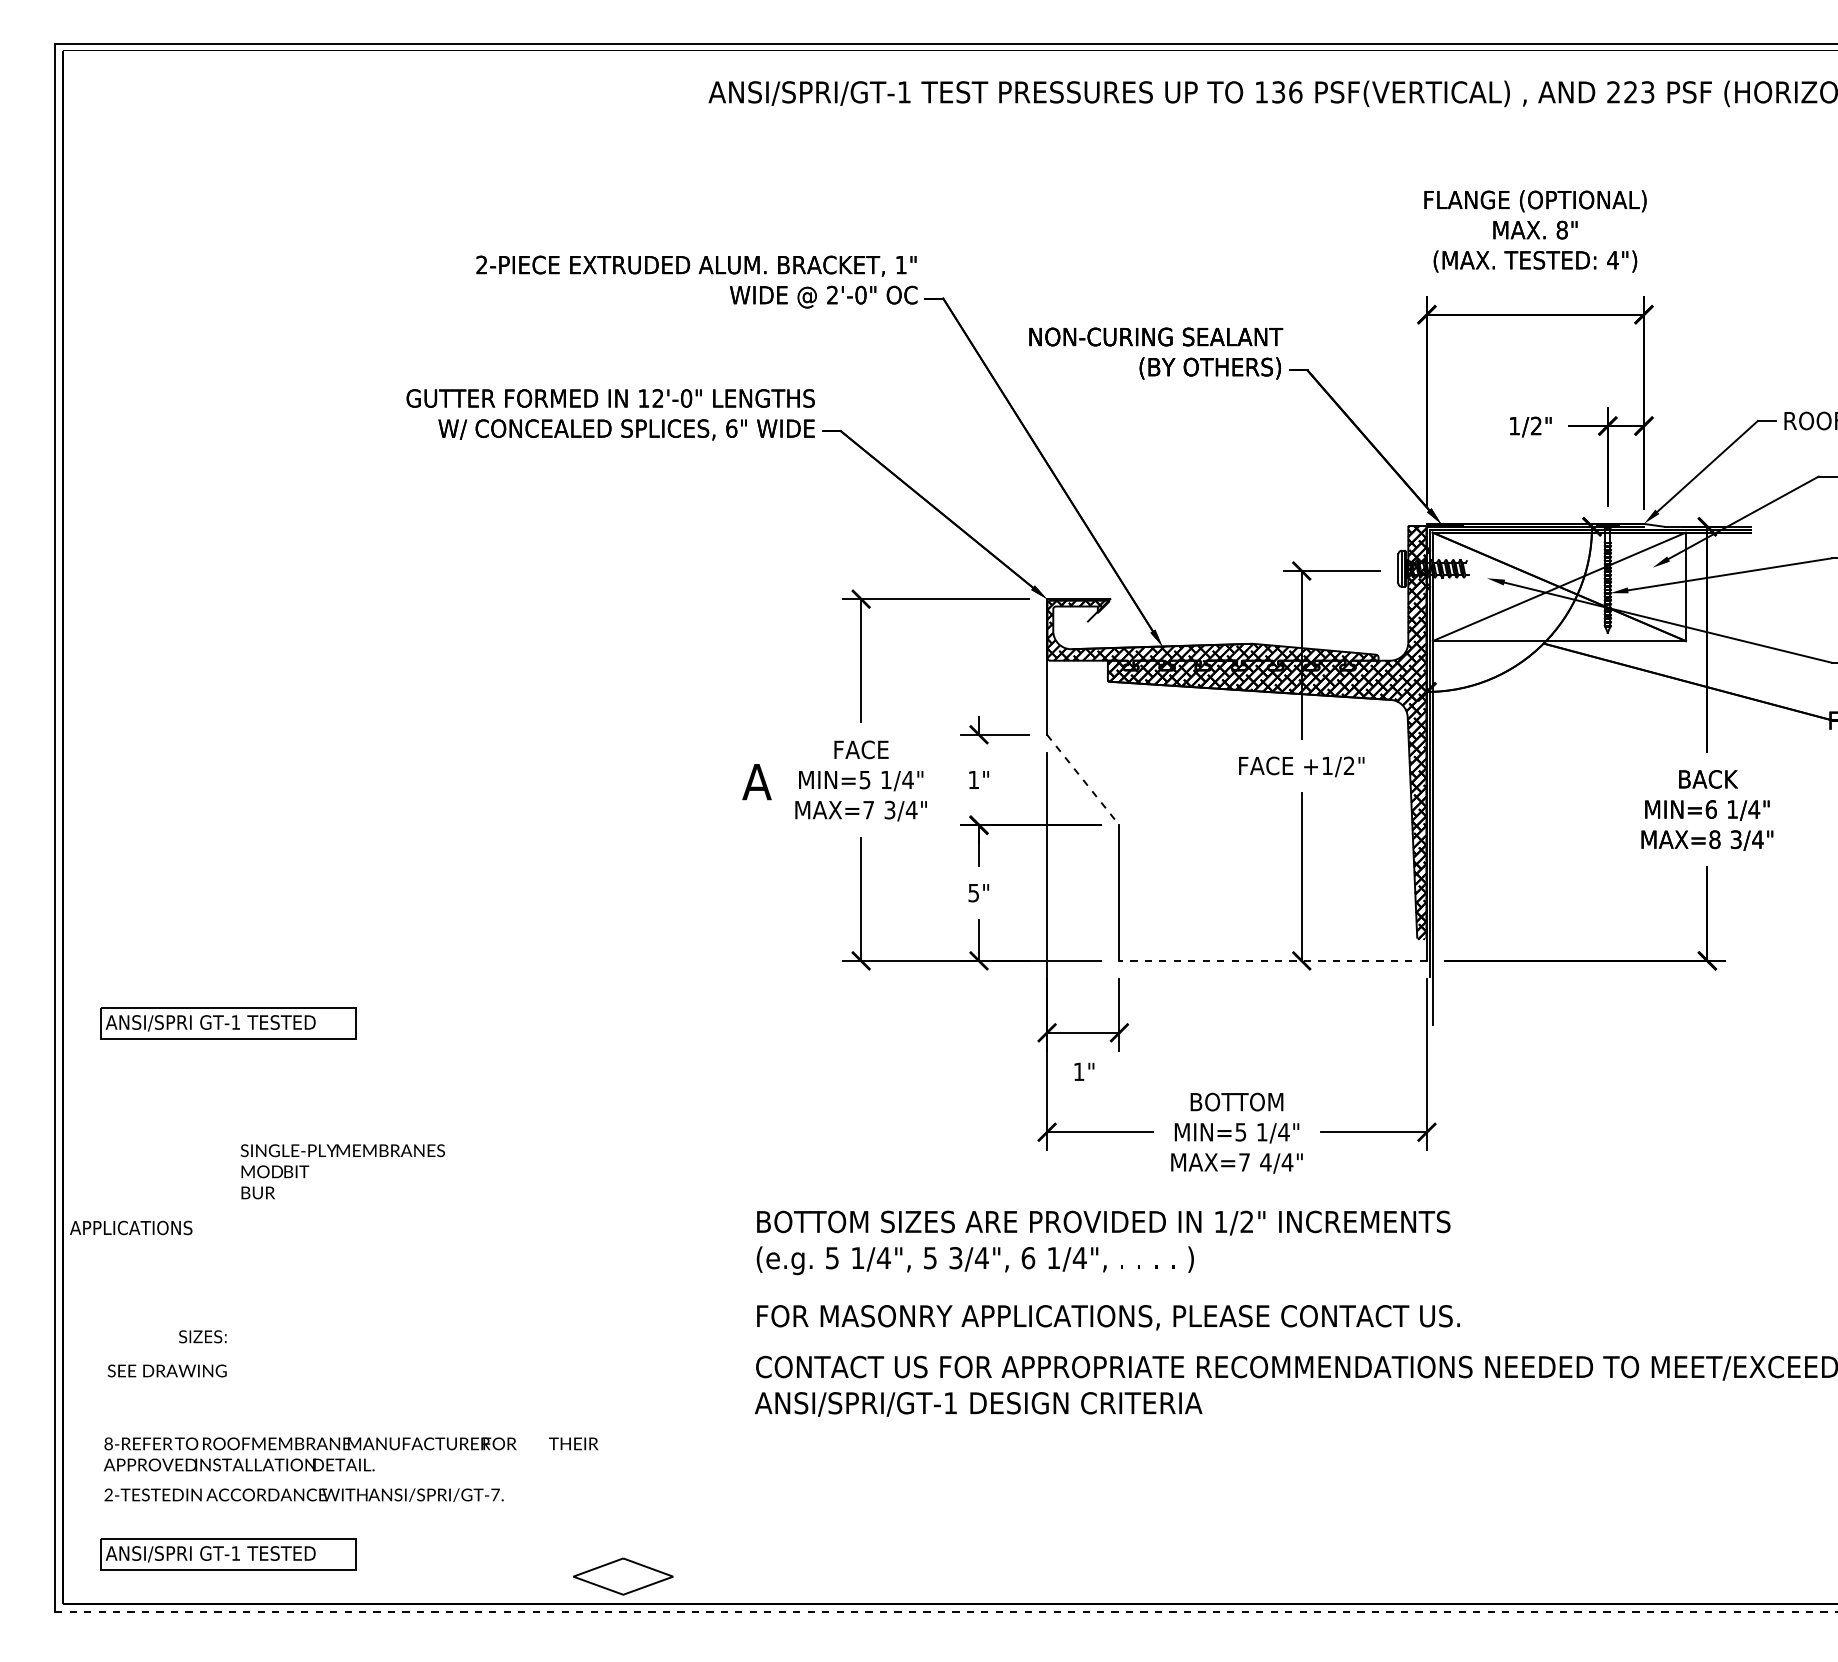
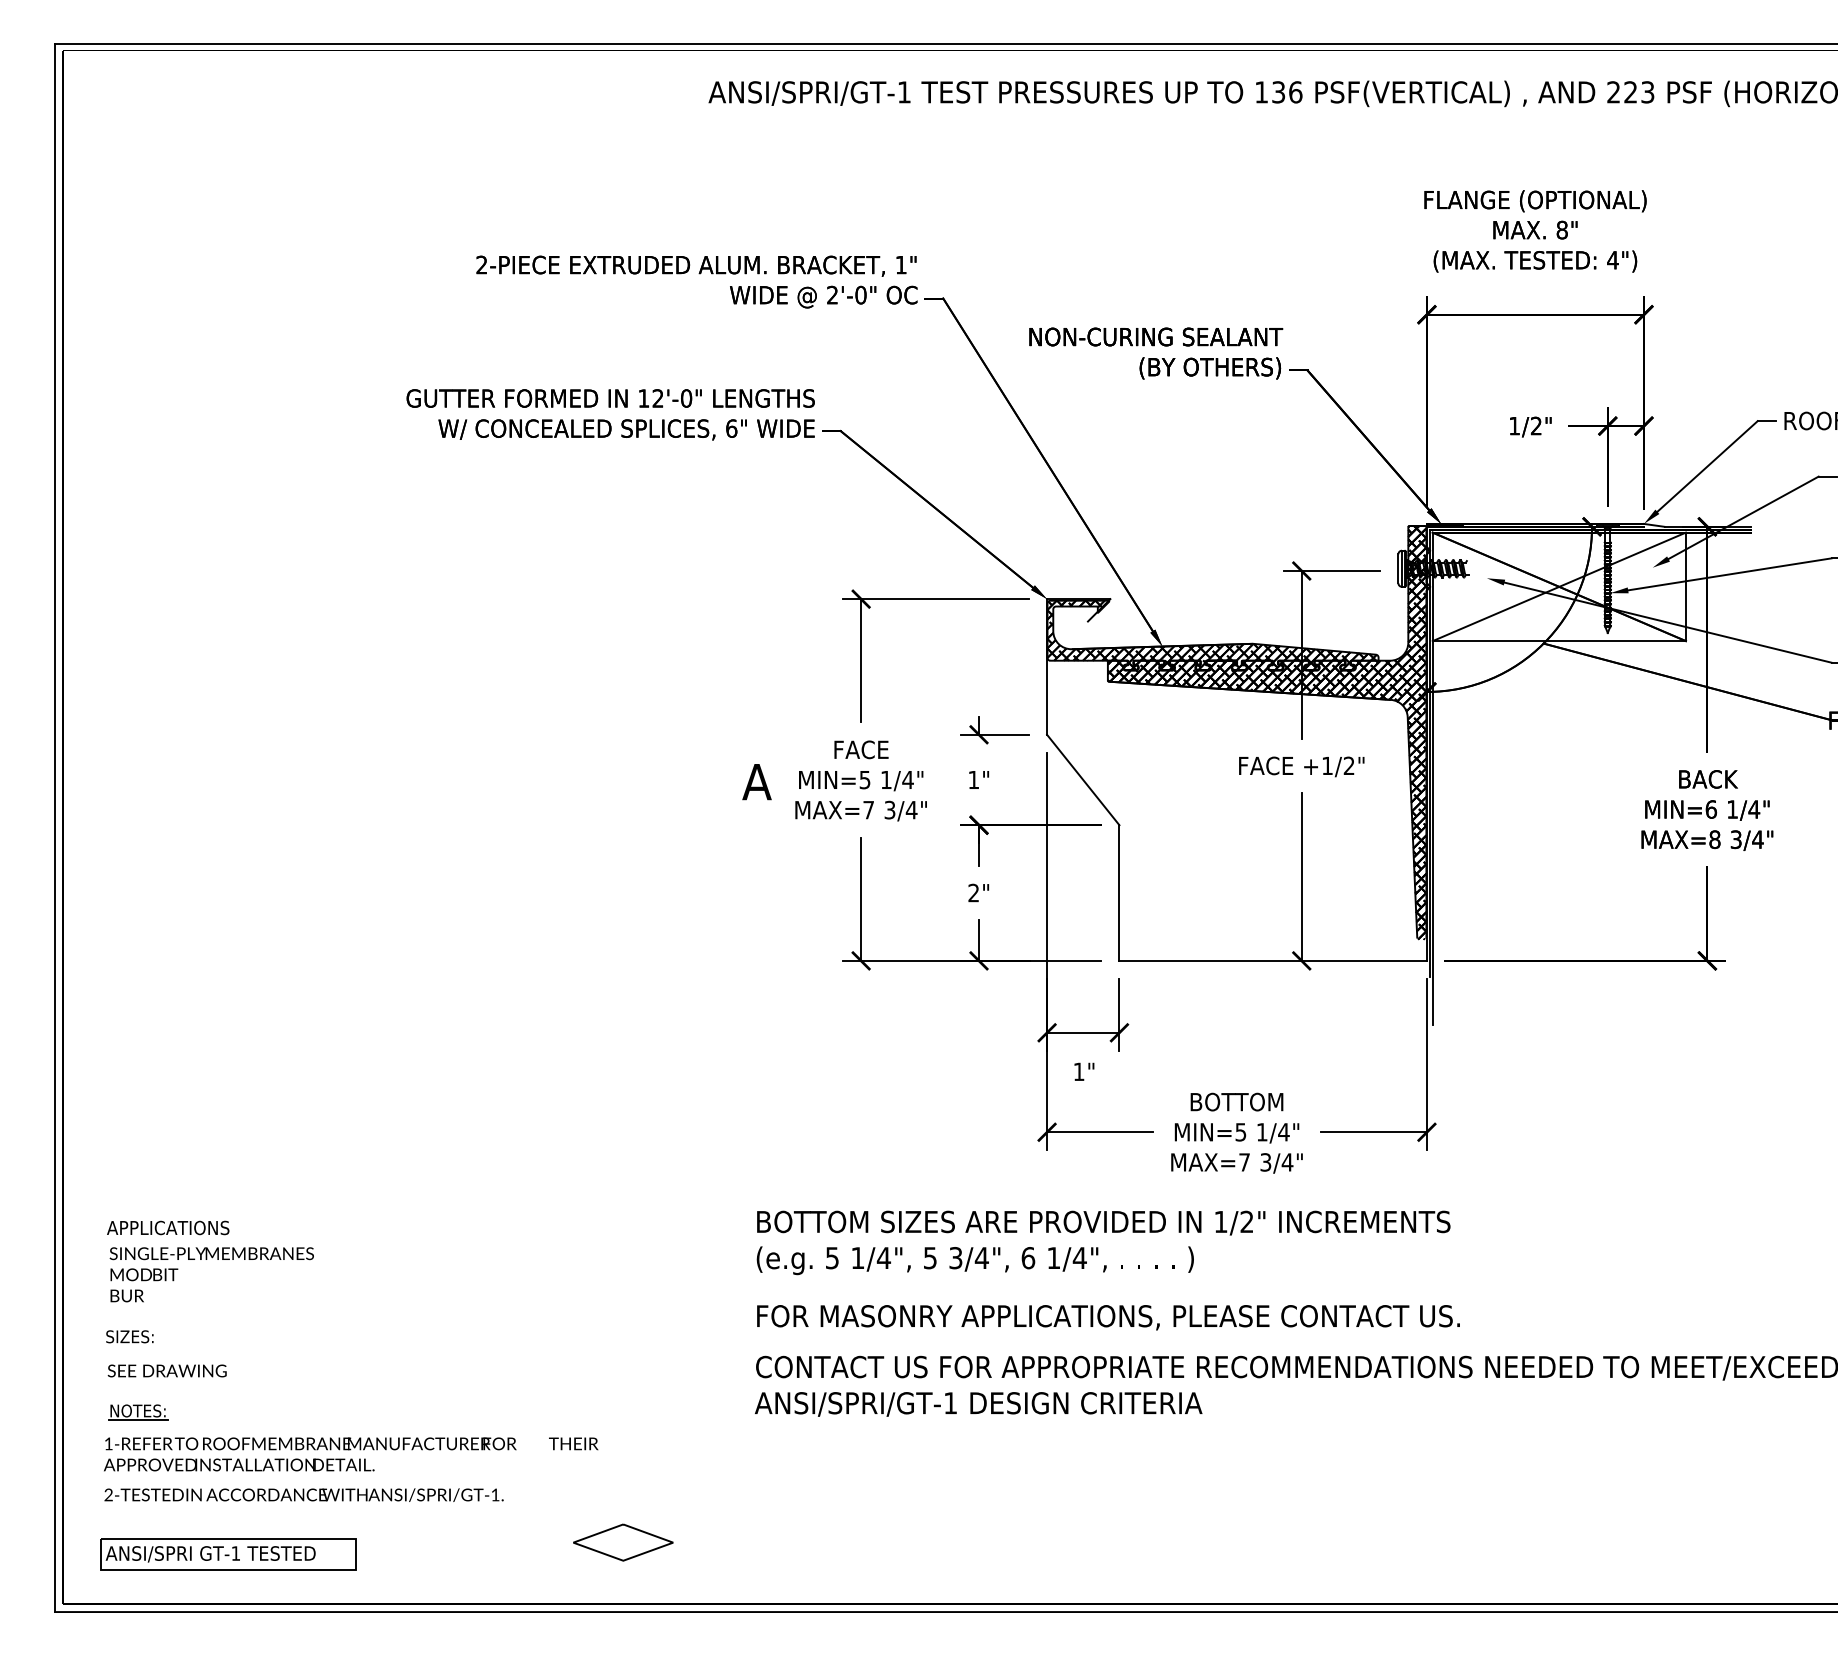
line at (1083, 780): dashed -> solid
text at (973, 892): 5" -> 2"
line at (1273, 960): dashed -> solid
part at (228, 1023): present -> none
text at (1265, 1162): 4/4" -> 3/4"
text at (342, 1171) position: (342, 1171) -> (211, 1274)
text at (131, 1227) position: (131, 1227) -> (168, 1227)
text at (202, 1336) position: (202, 1336) -> (129, 1336)
part at (138, 1412): none -> present
text at (108, 1443): 8-REFER -> 1-REFER
text at (495, 1494): ANSI/SPRI/GT-7. -> ANSI/SPRI/GT-1.
part at (623, 1576) position: (623, 1576) -> (623, 1542)
line at (946, 1612): dashed -> solid
